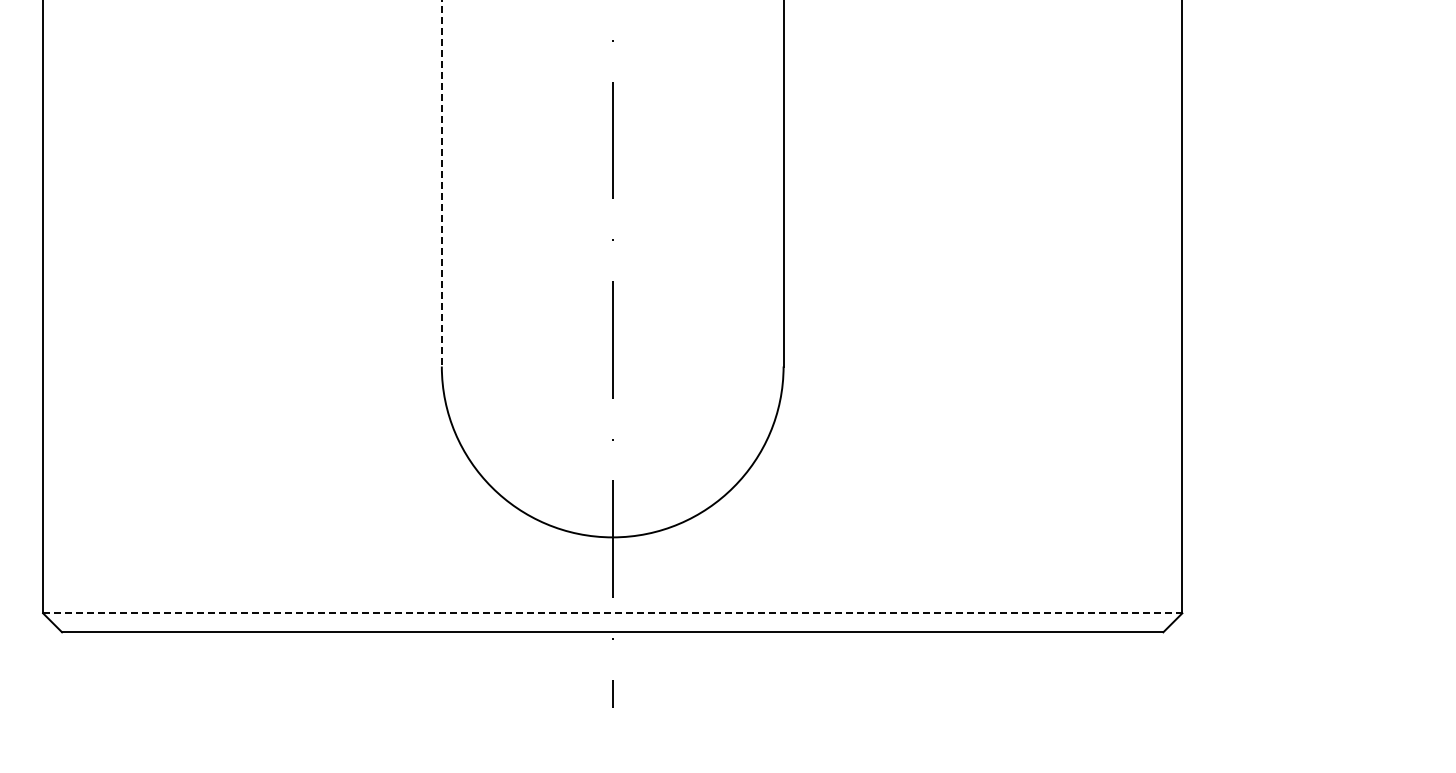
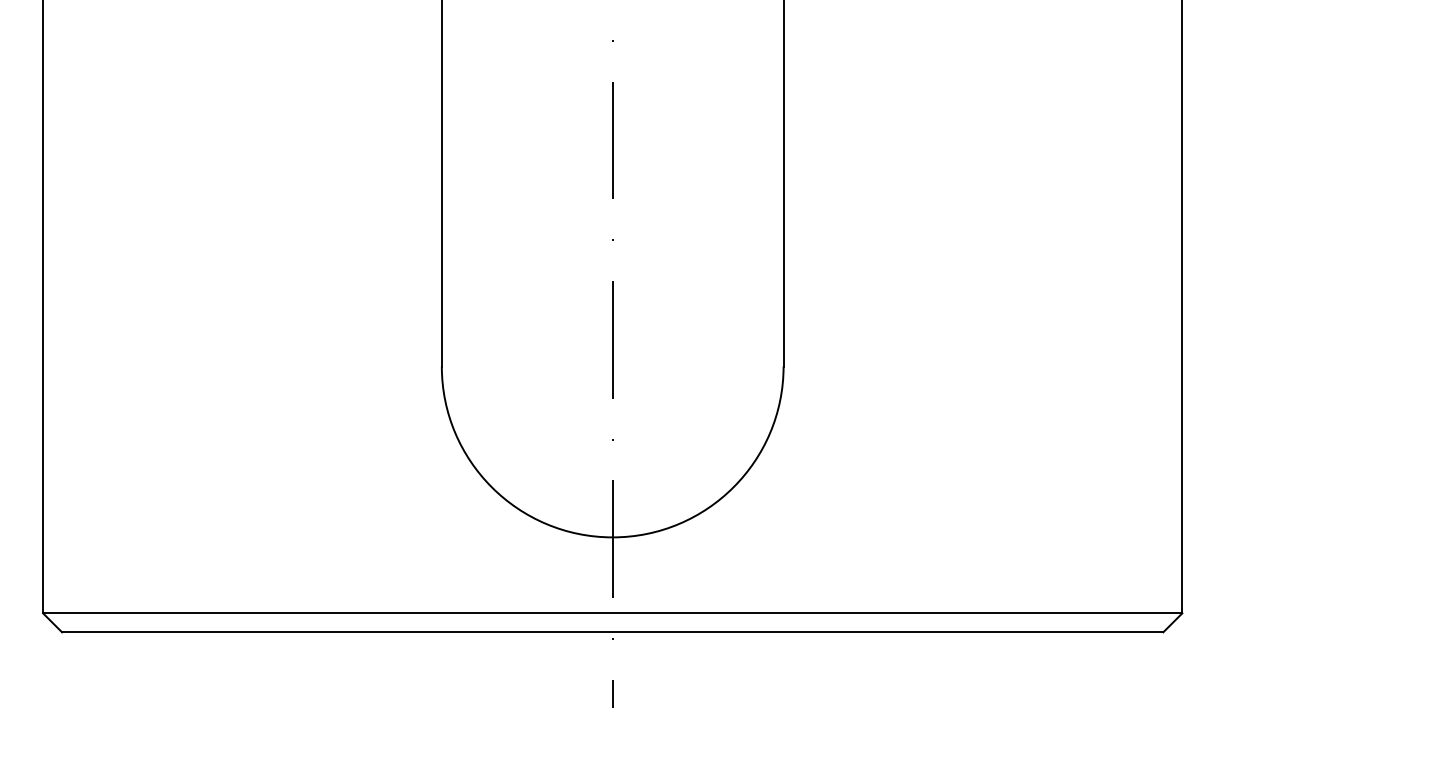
line at (441, 183): dashed -> solid
line at (612, 613): dashed -> solid
